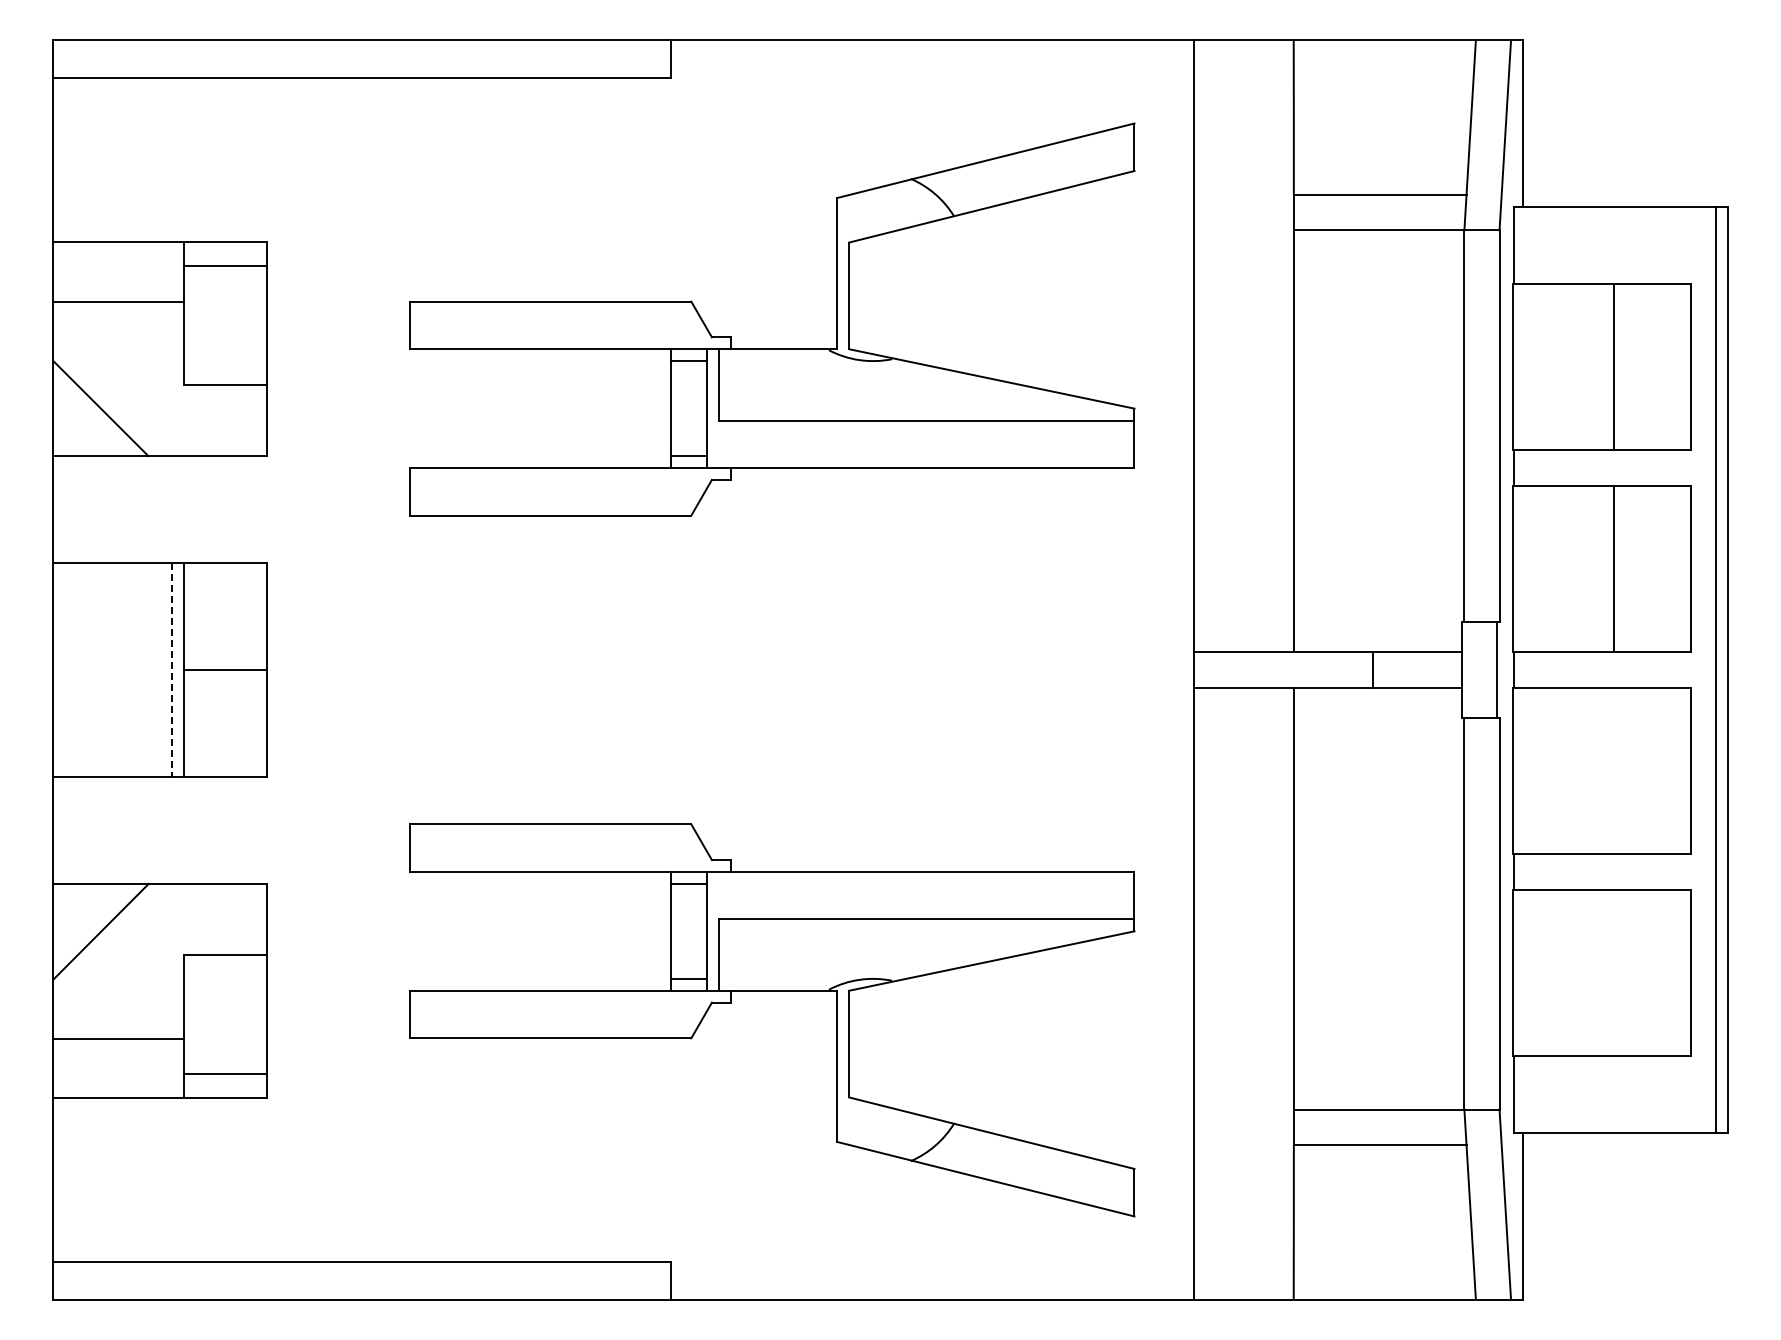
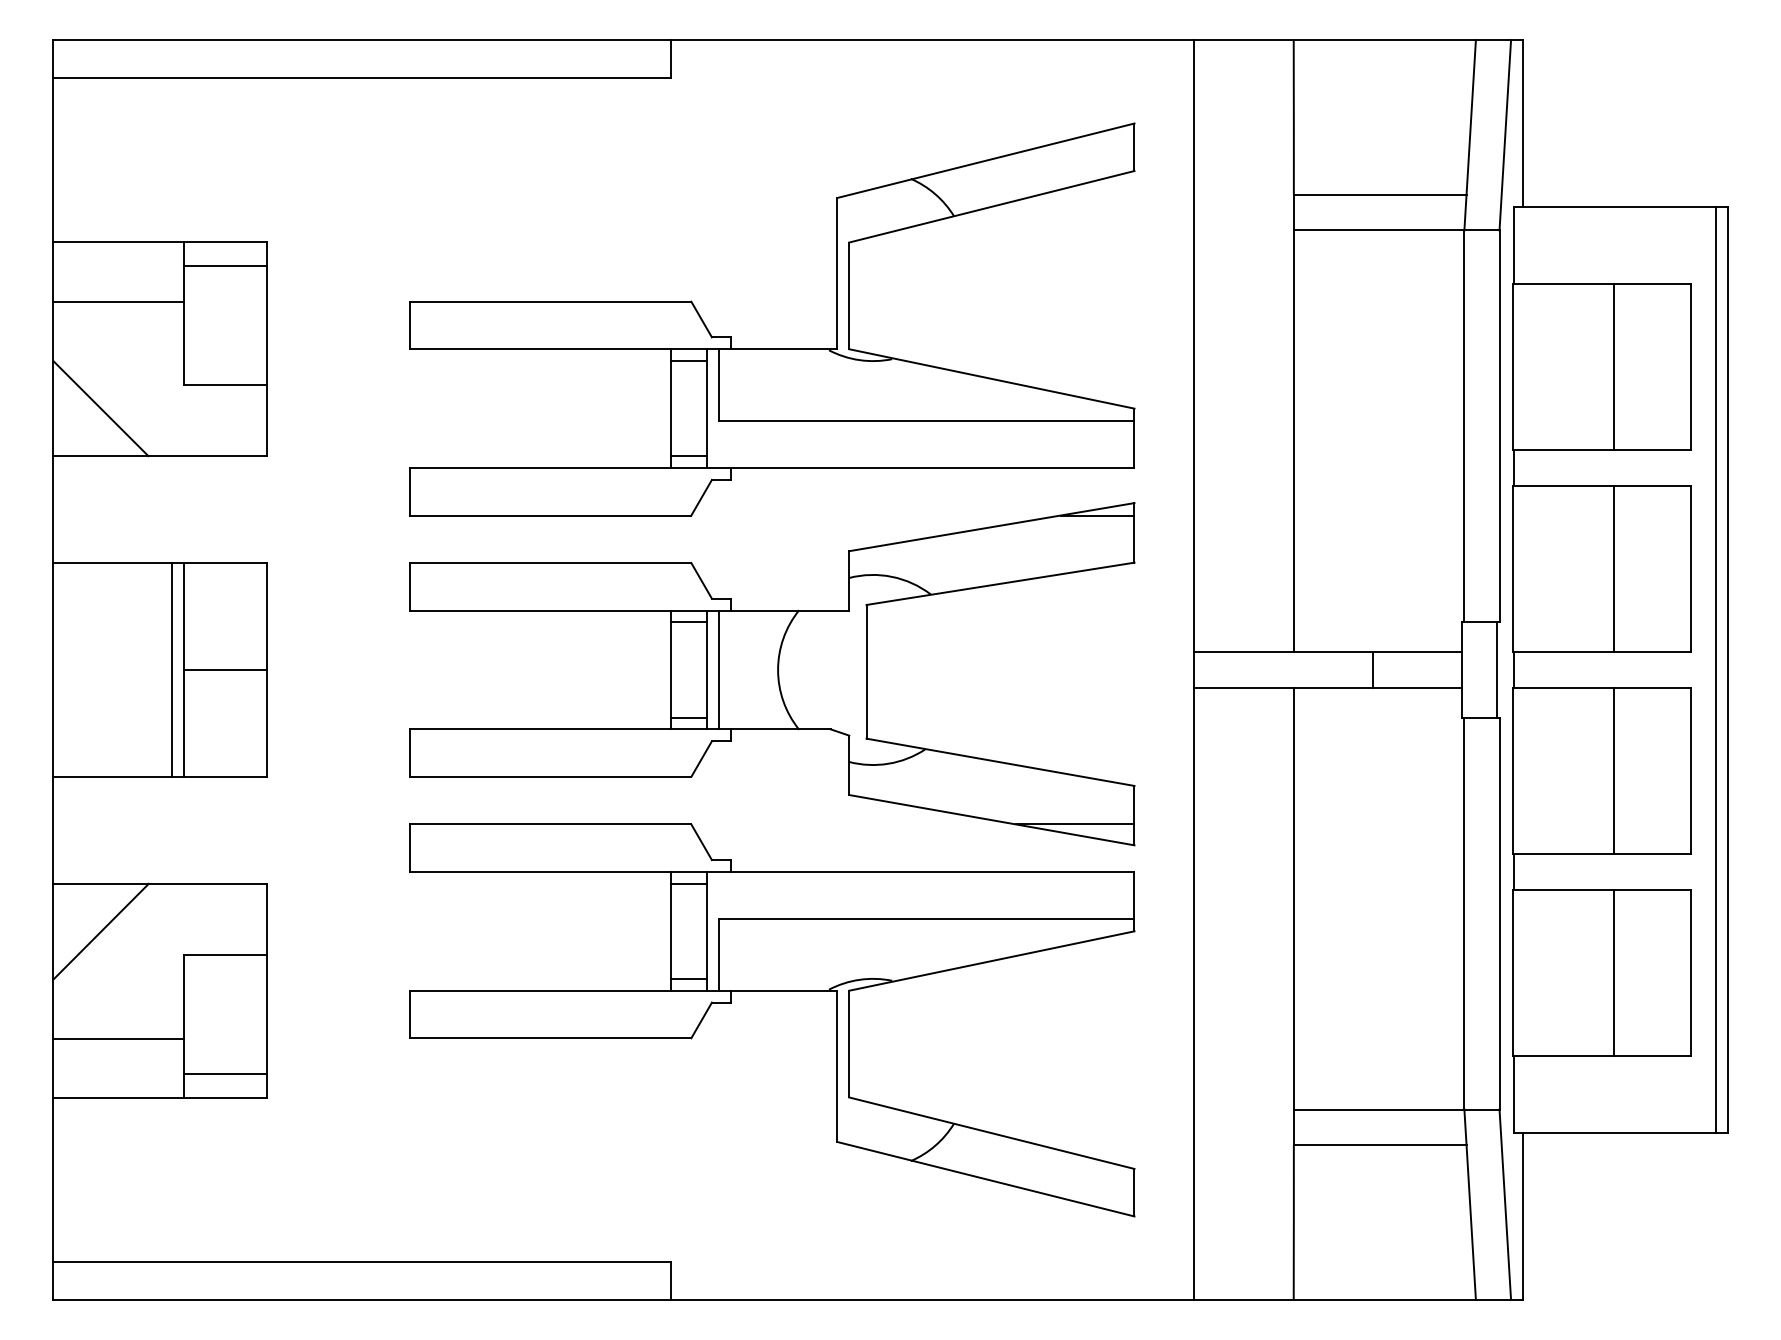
line at (172, 669): dashed -> solid
part at (772, 674): none -> present
line at (1613, 770): none -> present
line at (1613, 972): none -> present
